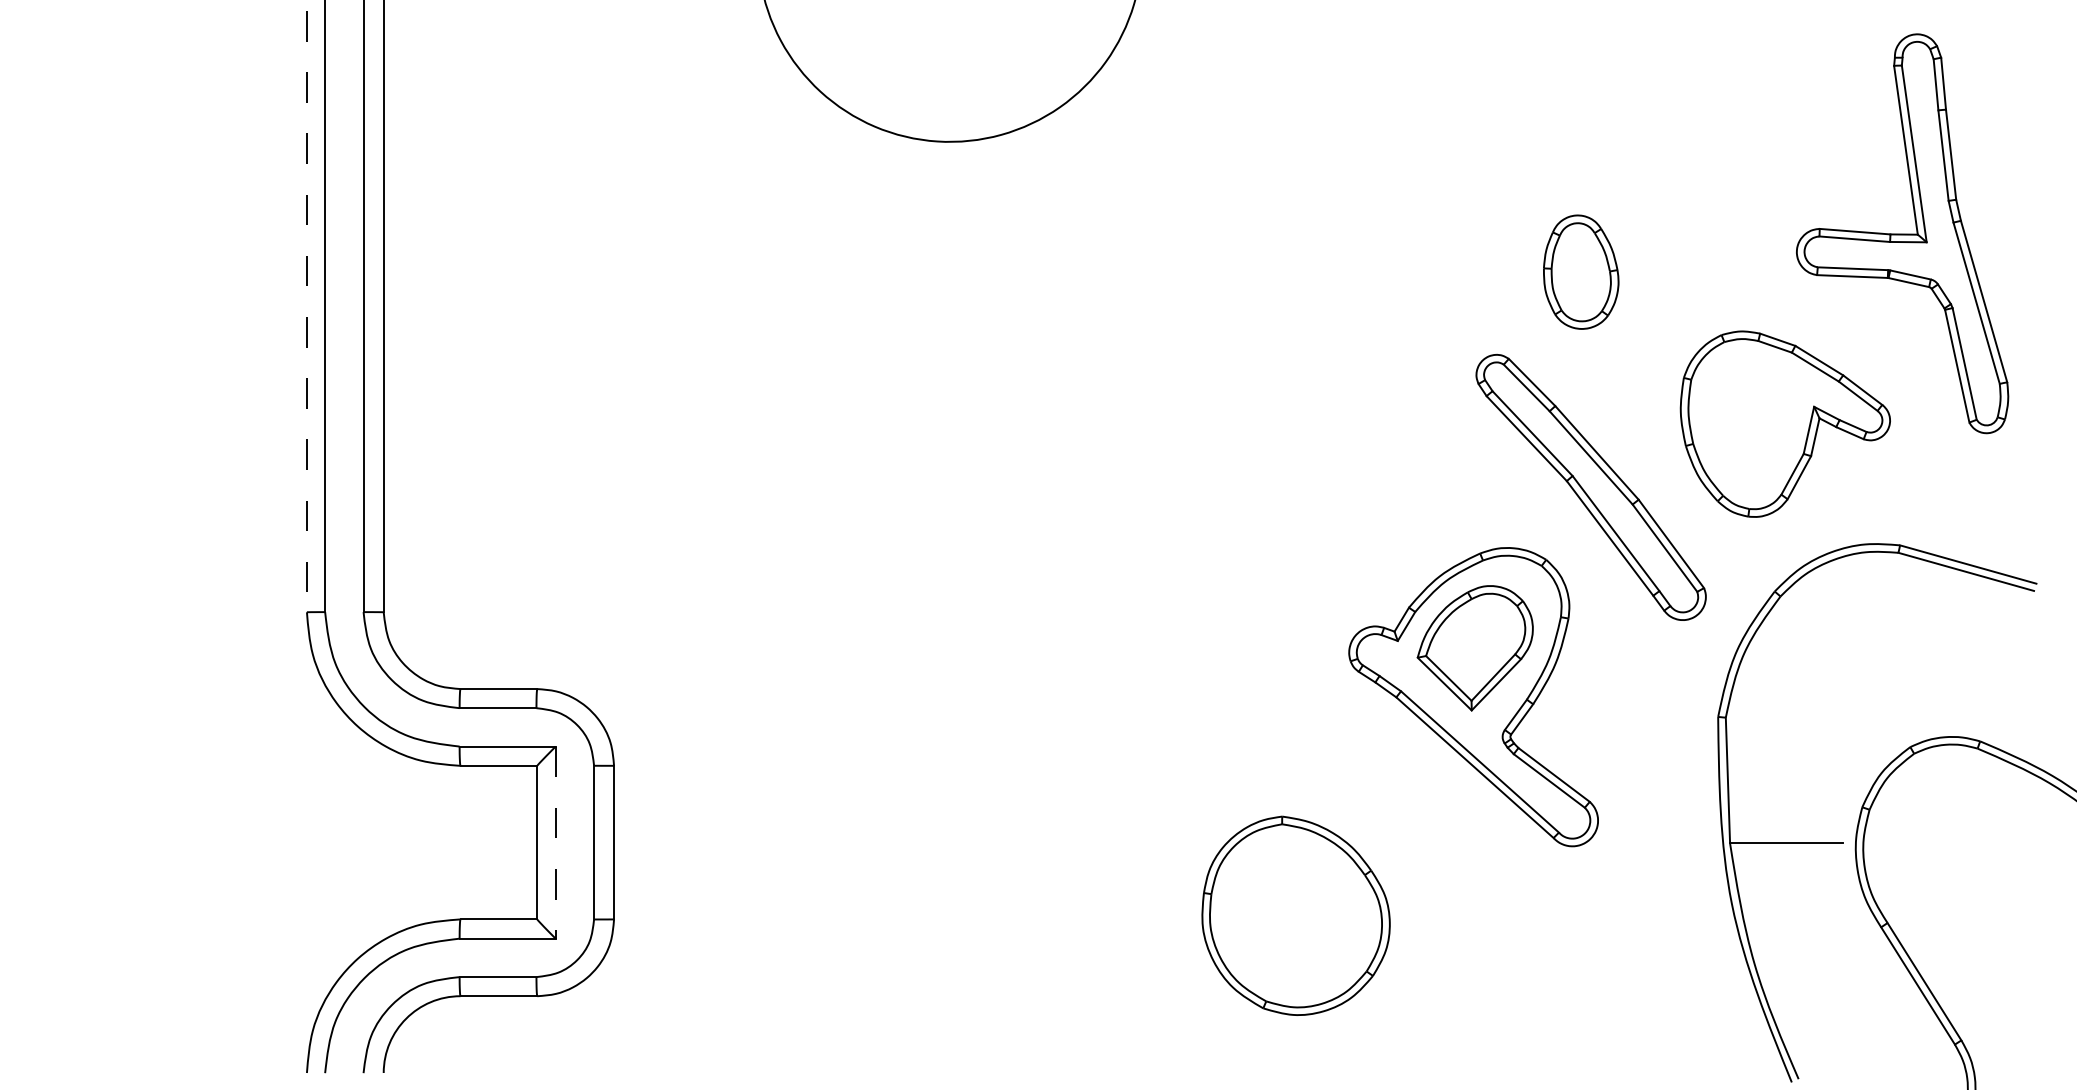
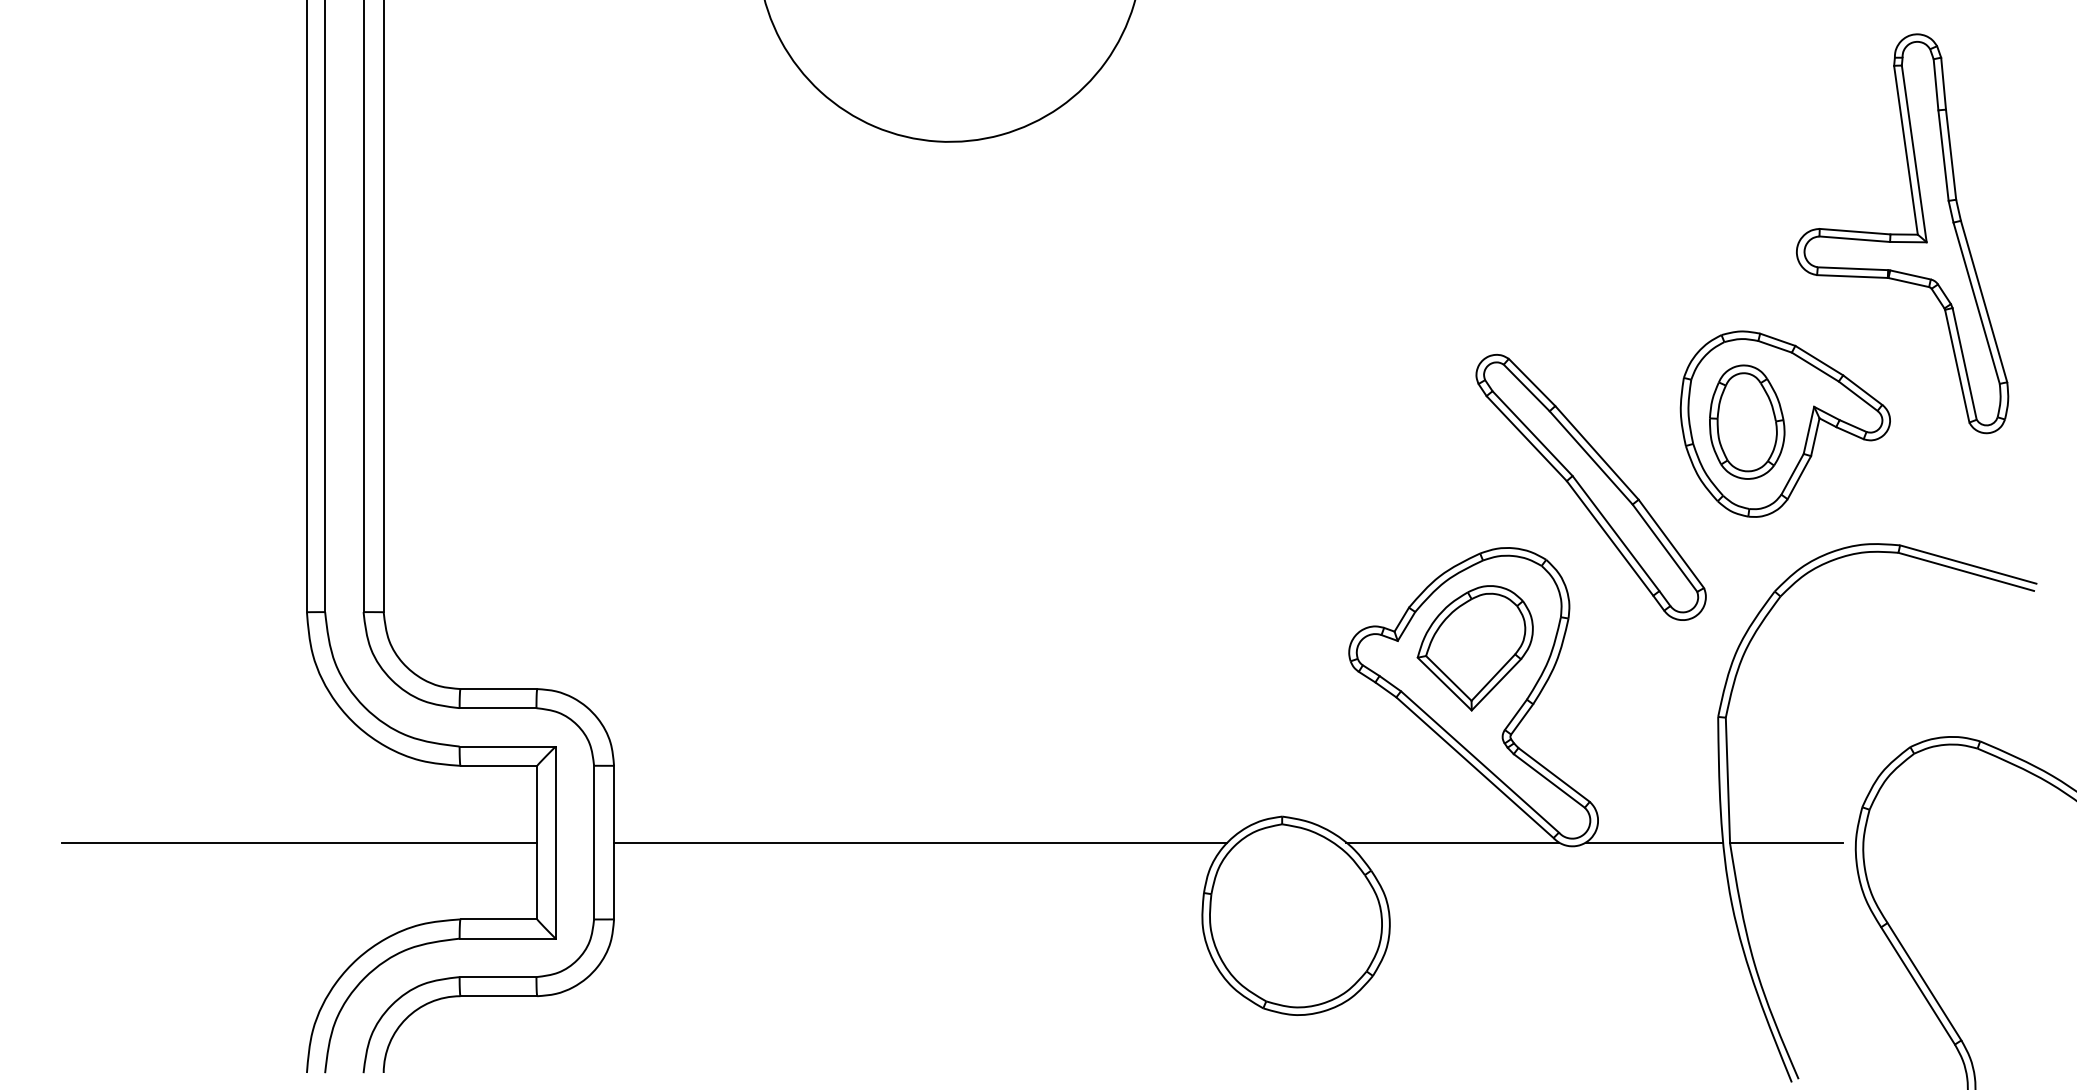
part at (1581, 271) position: (1581, 271) -> (1747, 421)
line at (306, 306): dashed -> solid
line at (299, 842): none -> present
line at (920, 842): none -> present
line at (1452, 842): none -> present
line at (1653, 842): none -> present
line at (555, 843): dashed -> solid
